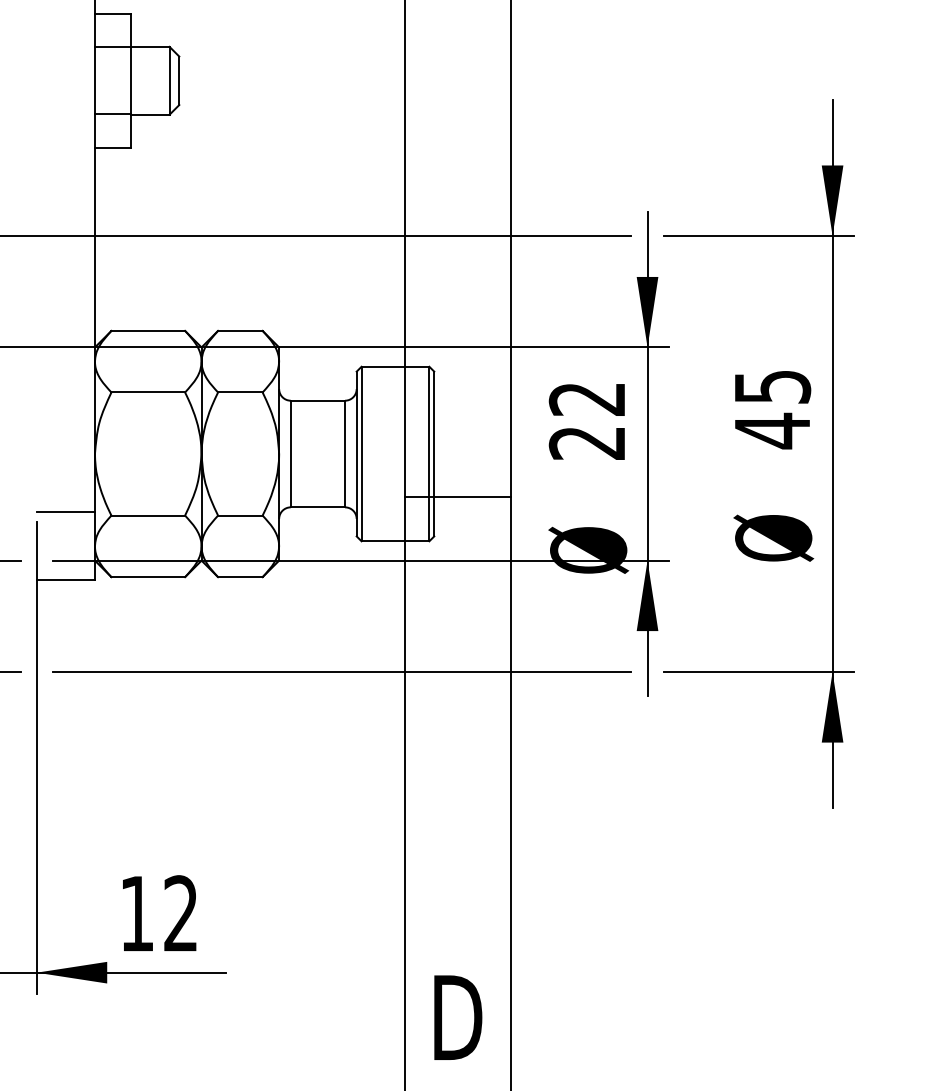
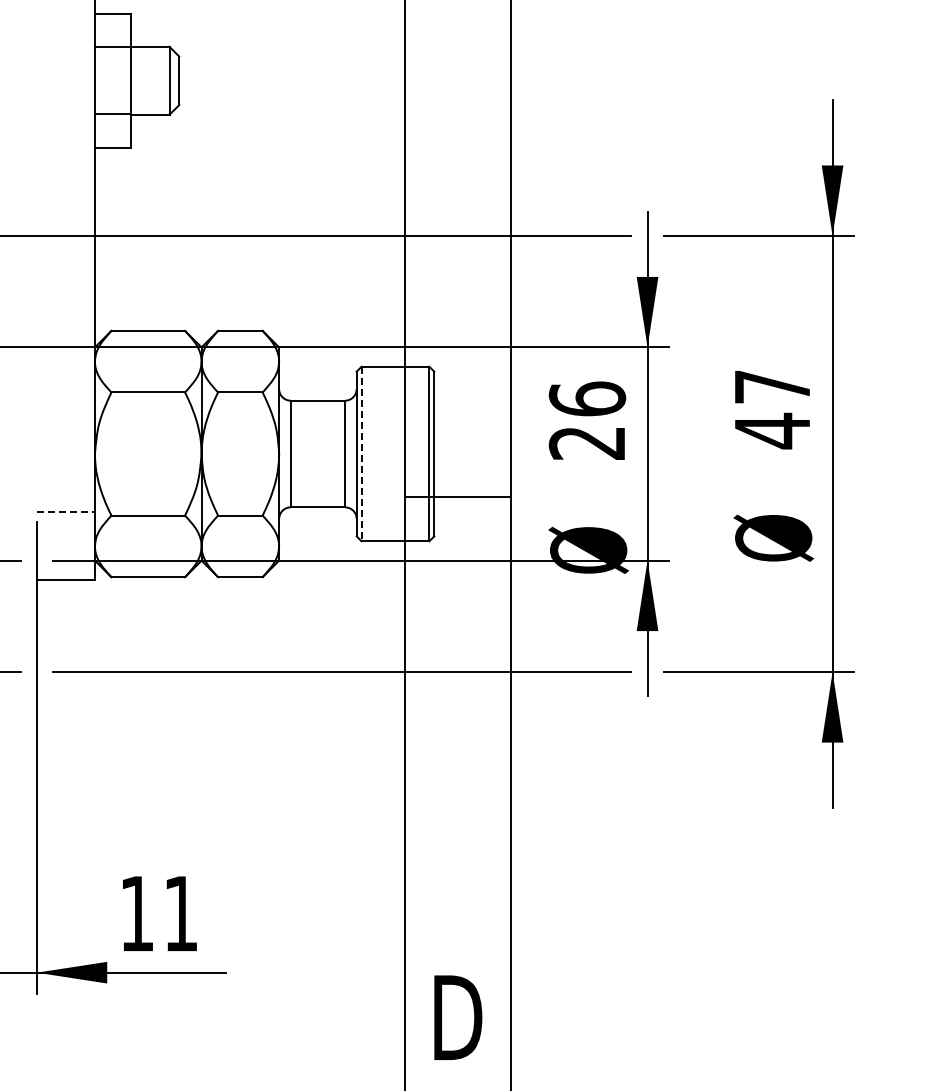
text at (773, 386): 45 -> 47
text at (587, 398): 22 -> 26
line at (361, 454): solid -> dashed
line at (66, 512): solid -> dashed
text at (180, 913): 12 -> 11
